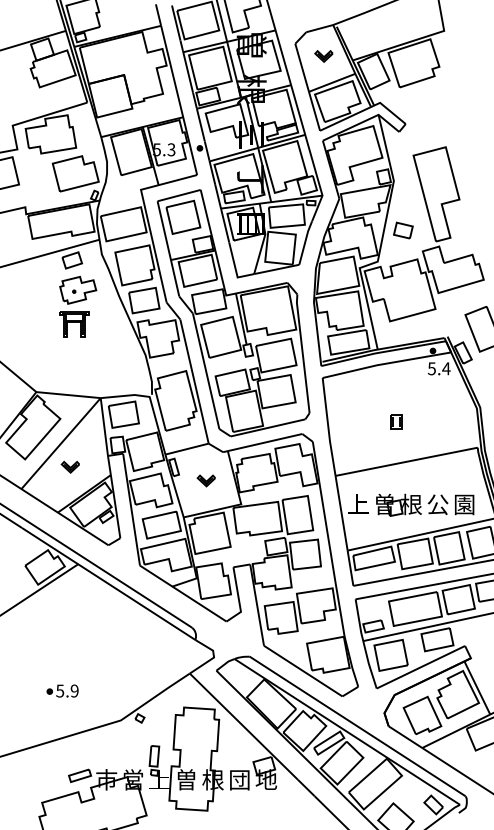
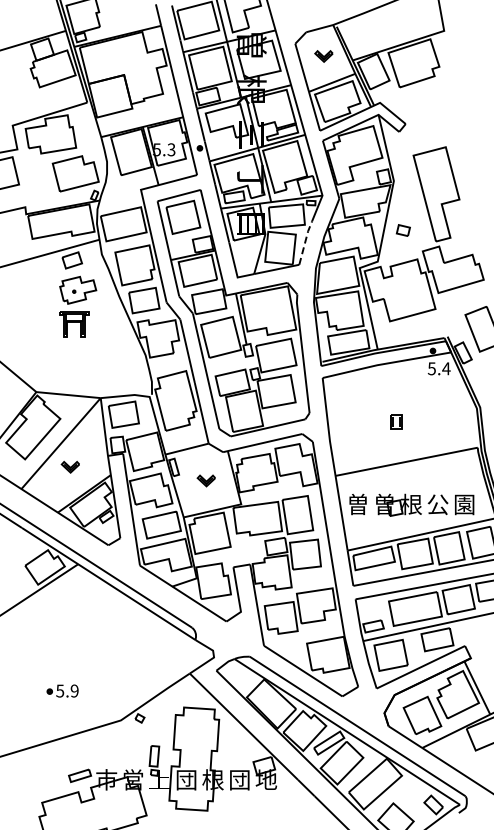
part at (403, 230) size: 21x19 px -> 16x13 px
line at (305, 241): solid -> dashed
text at (358, 504): 上 -> 曽
text at (186, 779): 曽 -> 団
